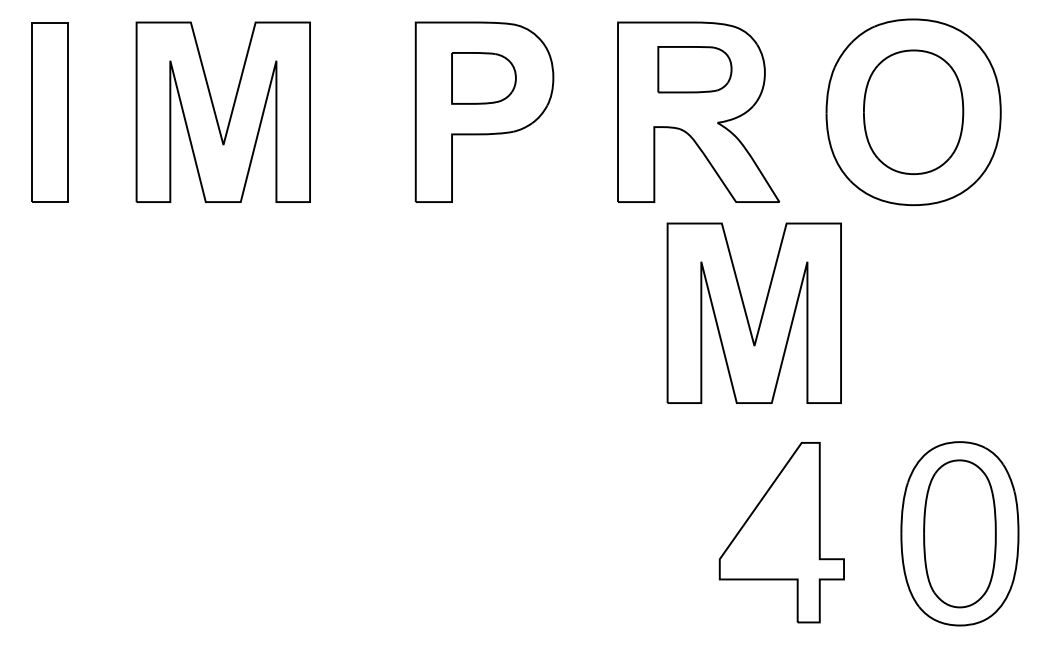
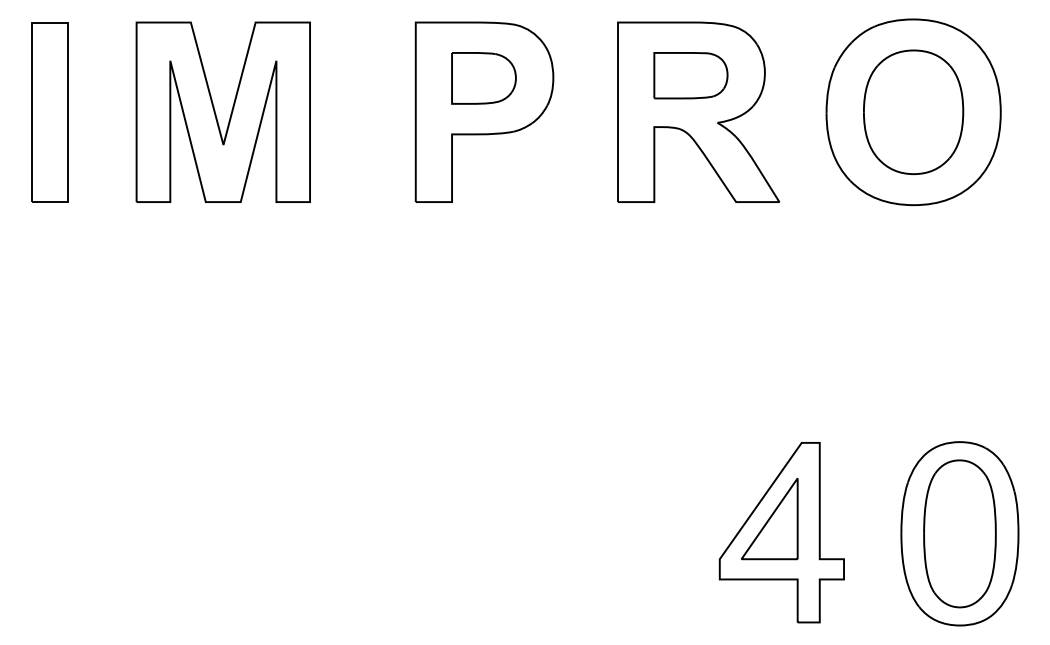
part at (694, 69) position: (694, 69) -> (690, 75)
part at (747, 315): present -> none
part at (769, 519): none -> present
